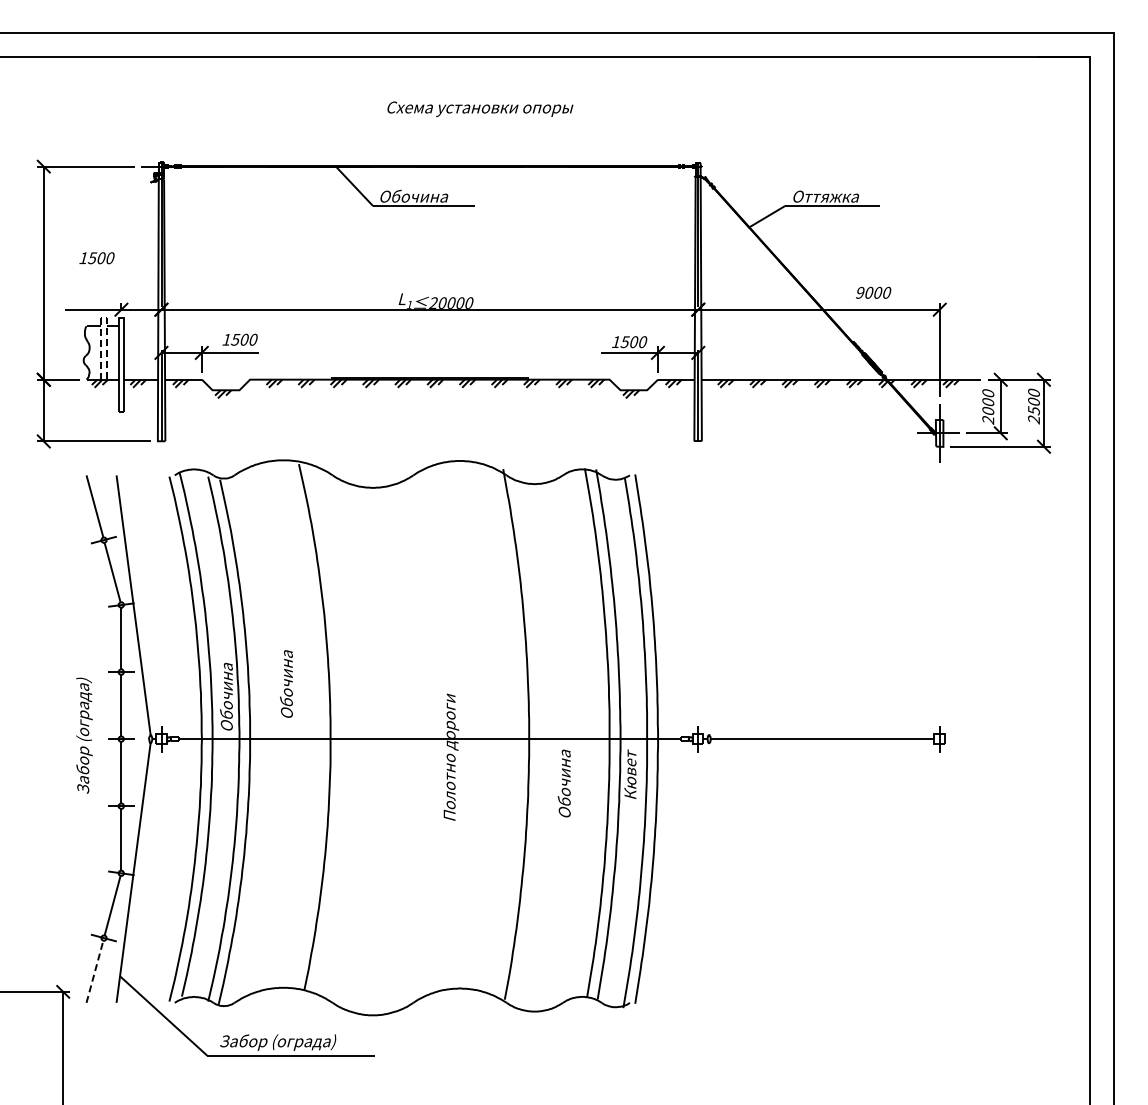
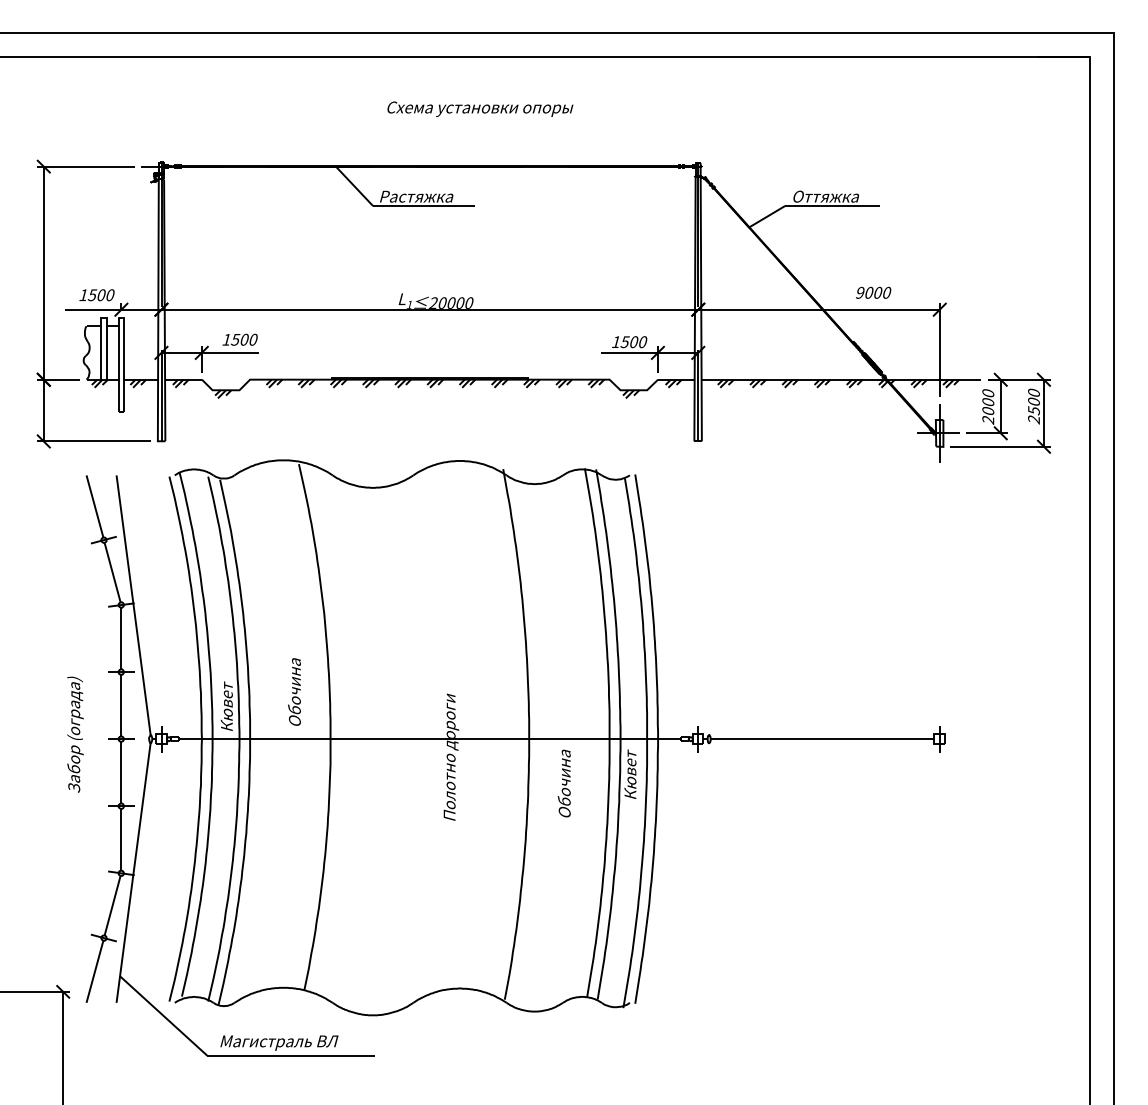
text at (416, 195): Обочина -> Растяжка
text at (96, 258) position: (96, 258) -> (96, 295)
line at (103, 318): dashed -> solid
text at (286, 683) position: (286, 683) -> (294, 691)
text at (225, 696): Обочина -> Кювет
text at (84, 735) position: (84, 735) -> (75, 734)
line at (95, 971): dashed -> solid
text at (279, 1042): Забор (ограда) -> Магистраль ВЛ
